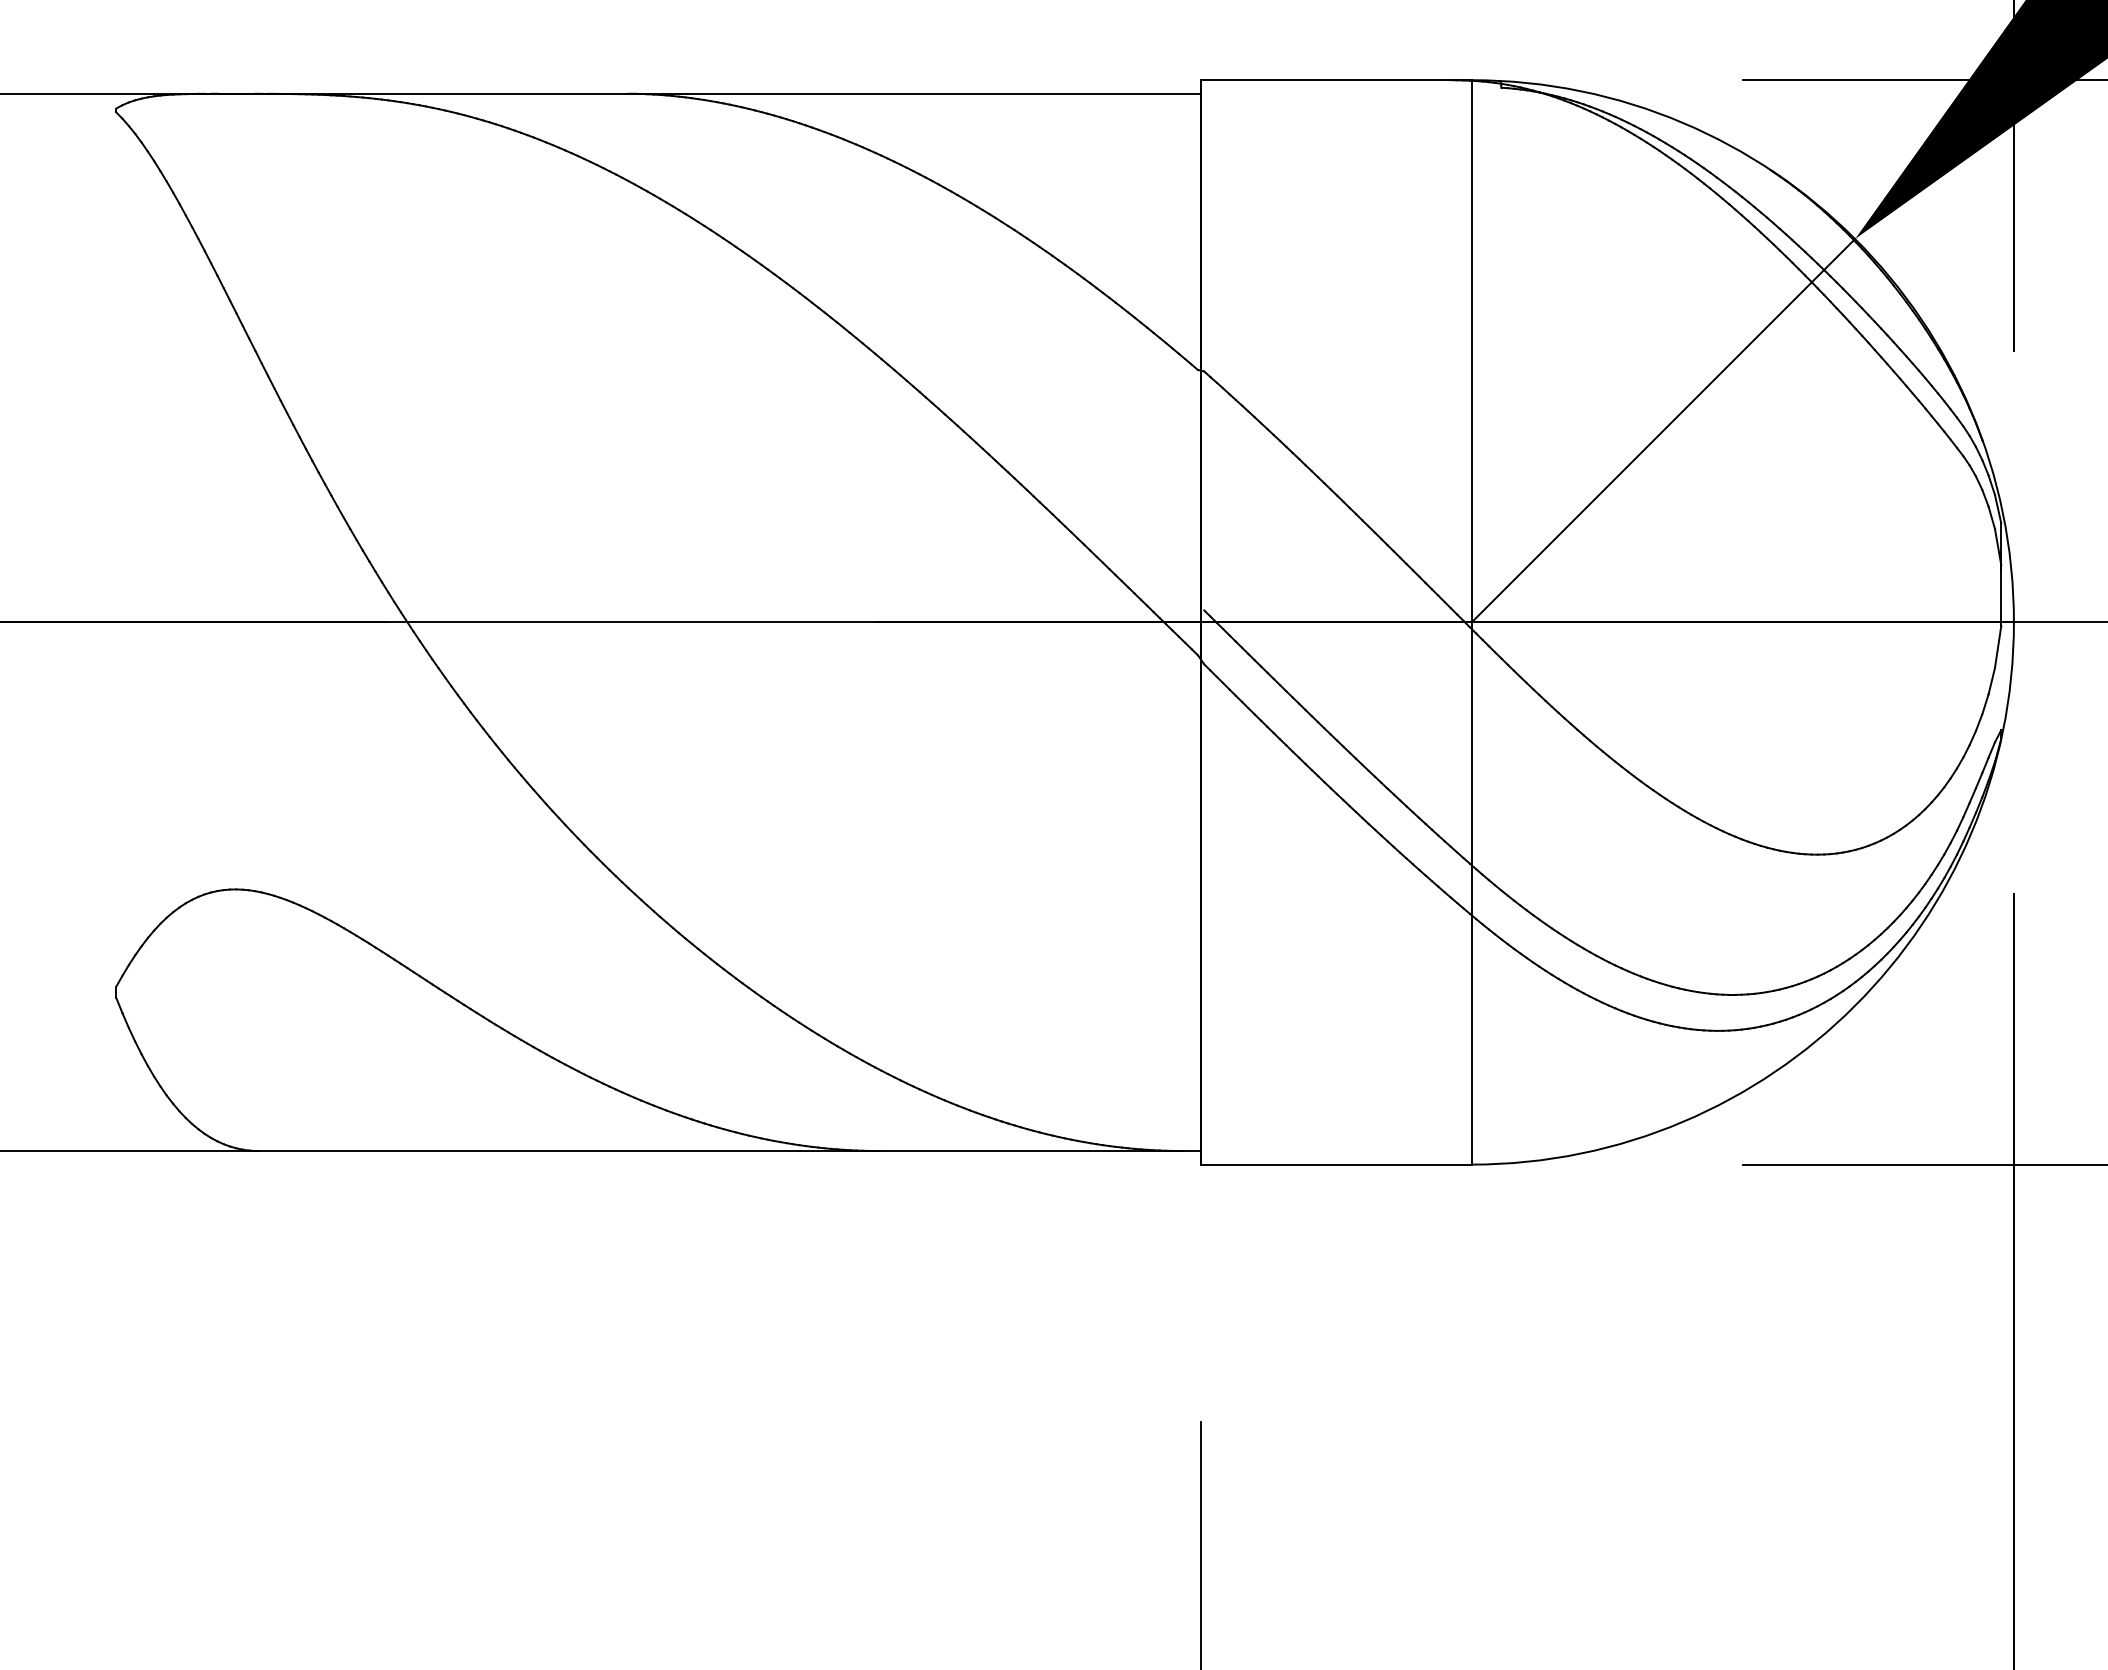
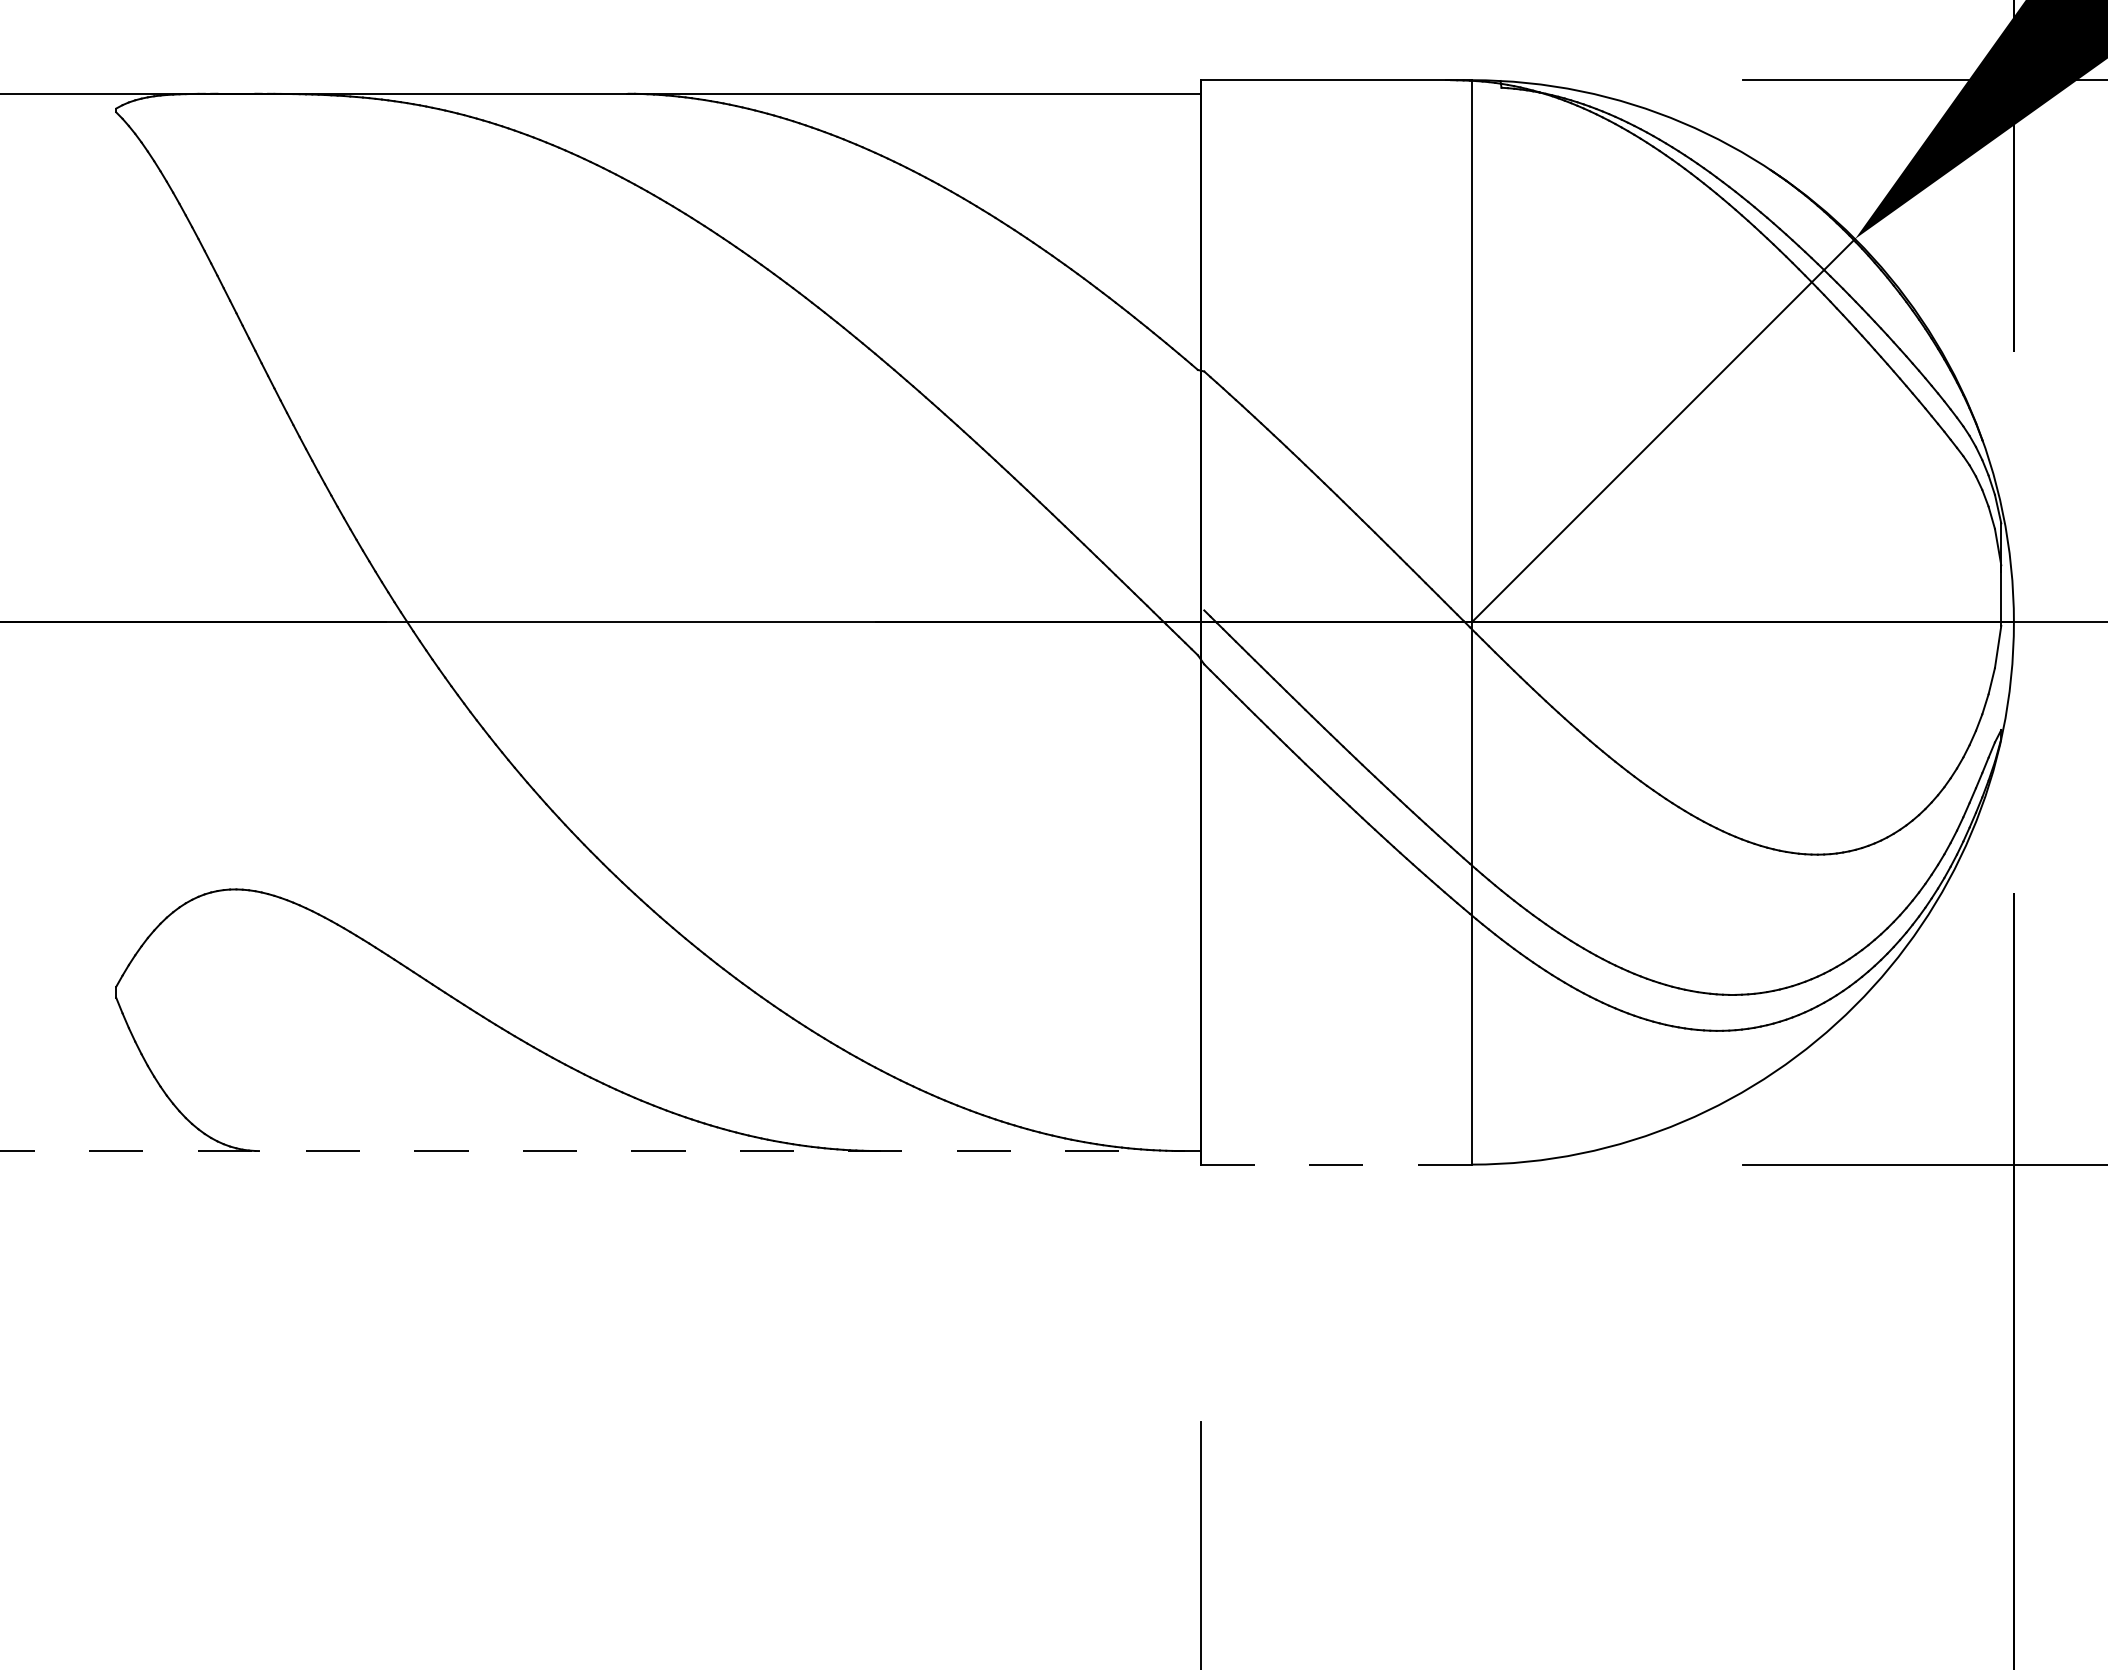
line at (600, 1151): solid -> dashed
line at (1336, 1164): solid -> dashed
